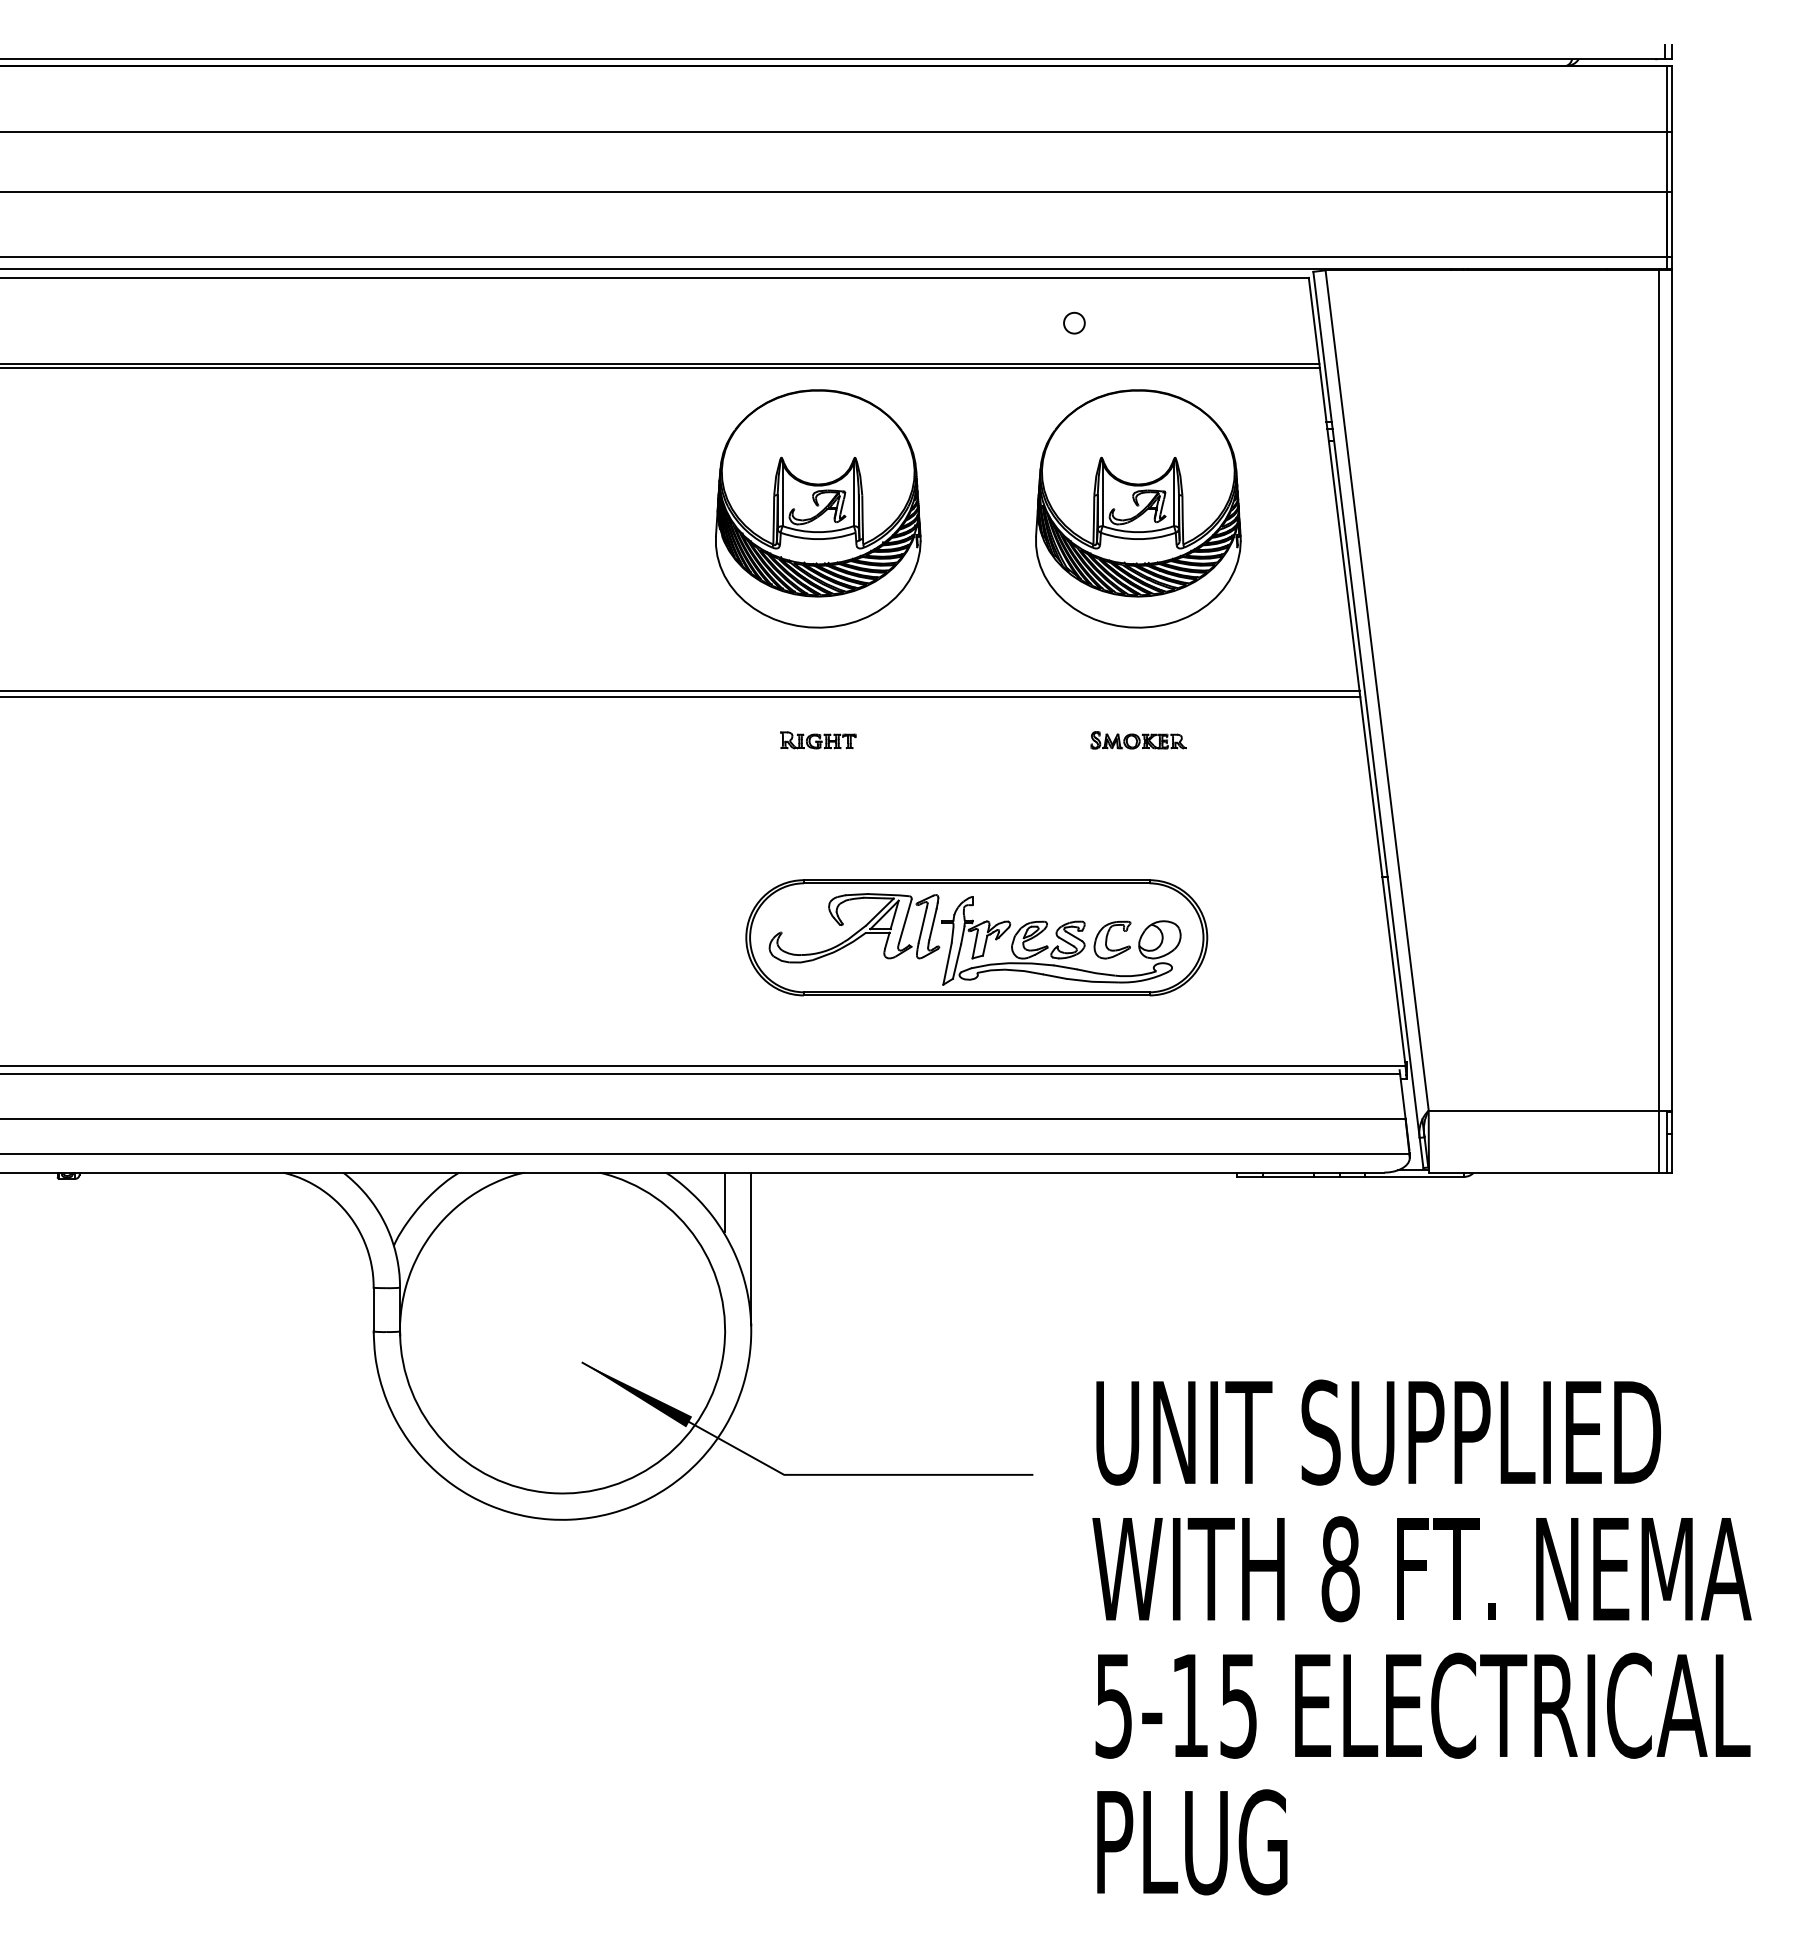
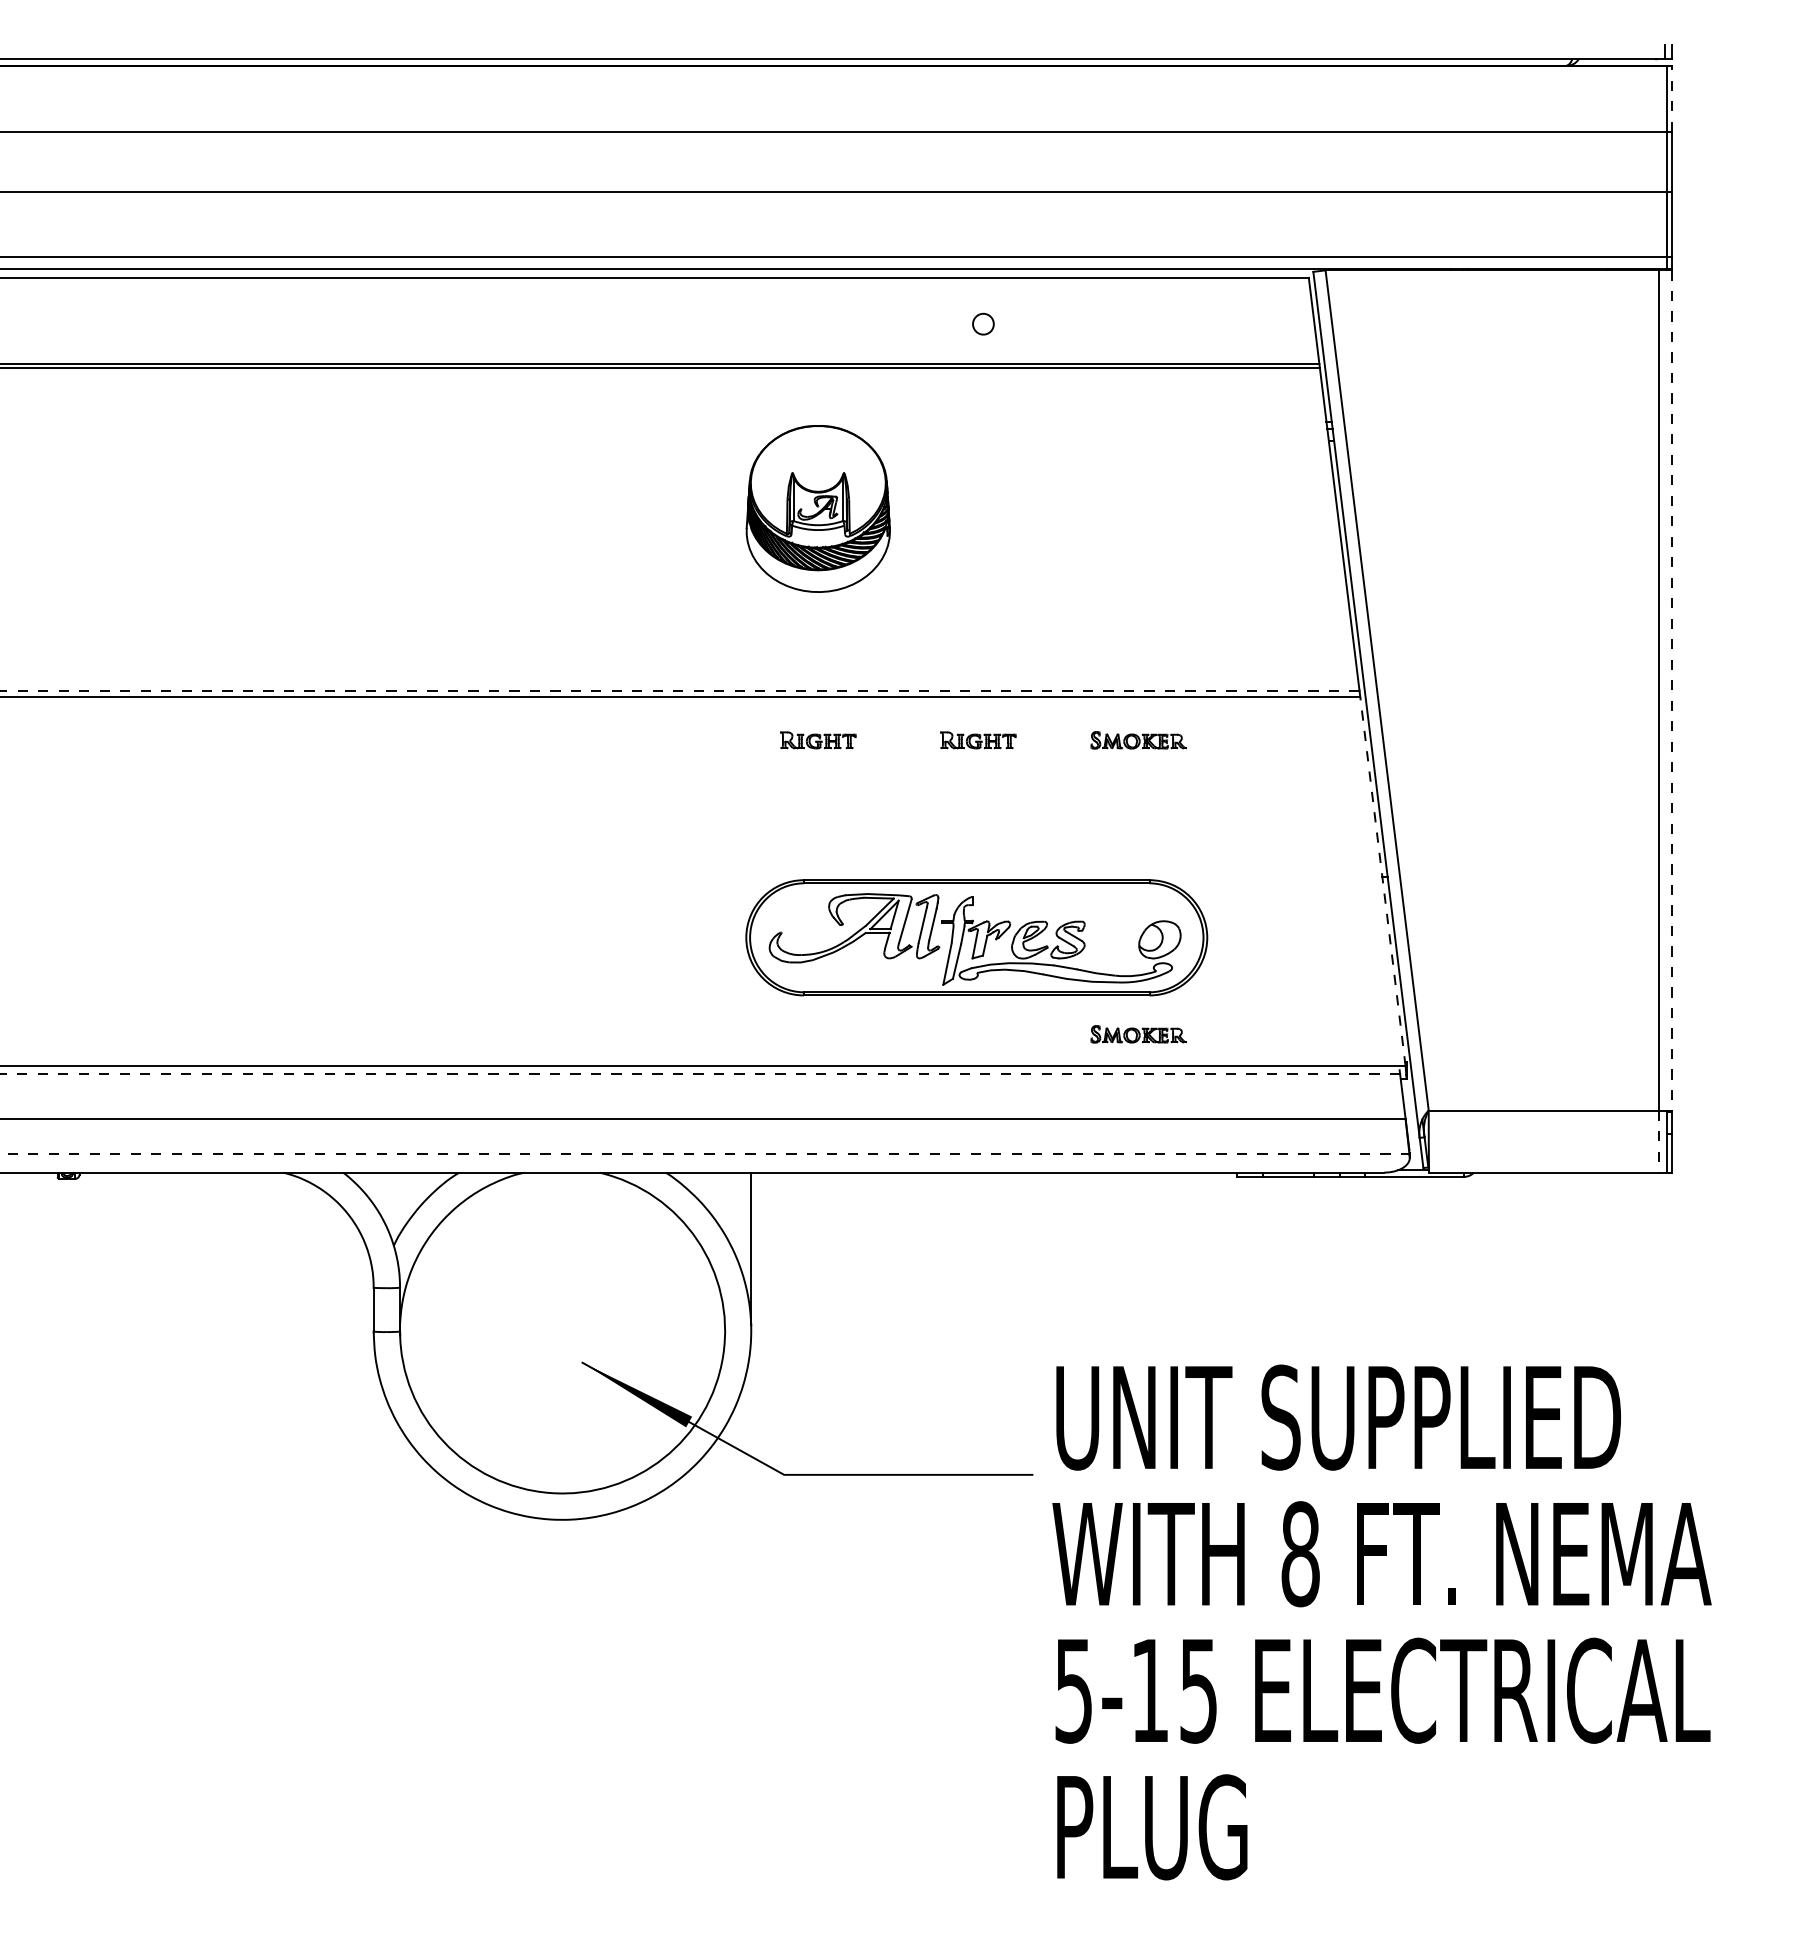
line at (1671, 98): solid -> dashed
circle at (1074, 322) position: (1074, 322) -> (983, 323)
part at (818, 508) size: 207x240 px -> 146x168 px
part at (1138, 508): present -> none
line at (679, 690): solid -> dashed
line at (1671, 690): solid -> dashed
part at (978, 740): none -> present
line at (1382, 881): solid -> dashed
part at (1112, 939): present -> none
part at (1138, 1034): none -> present
line at (700, 1074): solid -> dashed
line at (1659, 1142): solid -> dashed
line at (705, 1154): solid -> dashed
line at (724, 1201): present -> none
text at (1421, 1637) position: (1421, 1637) -> (1381, 1622)
